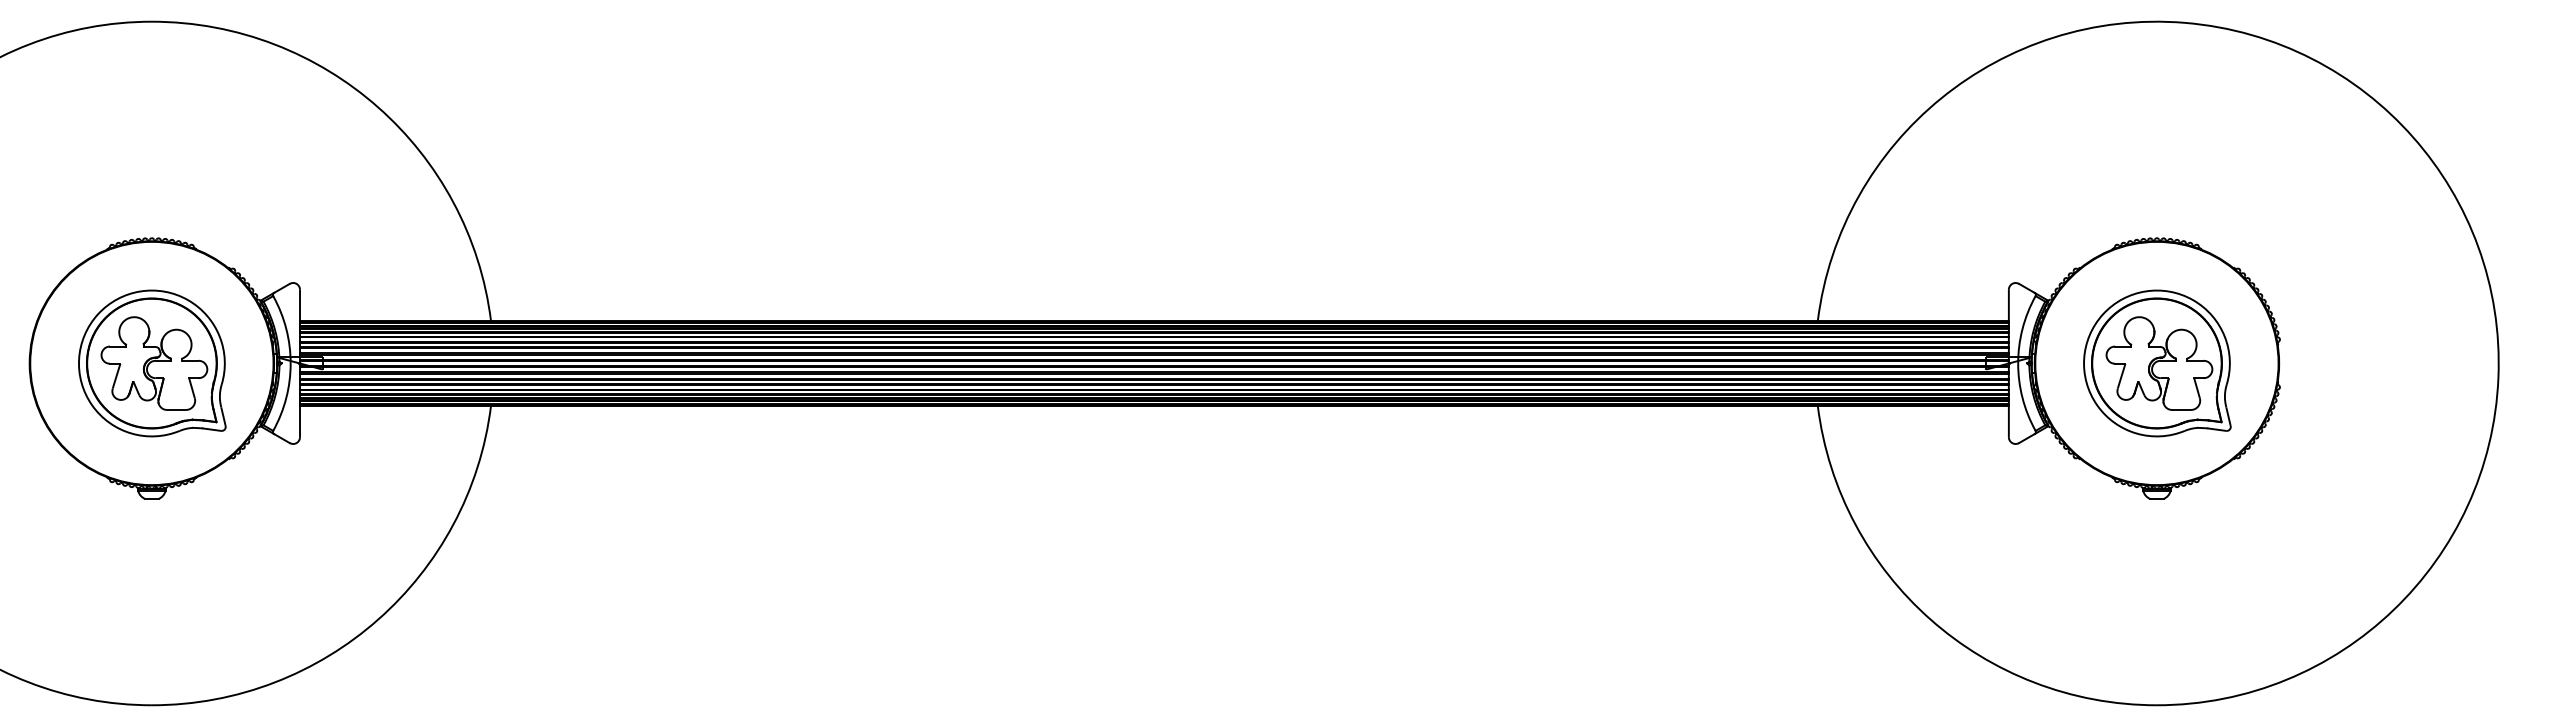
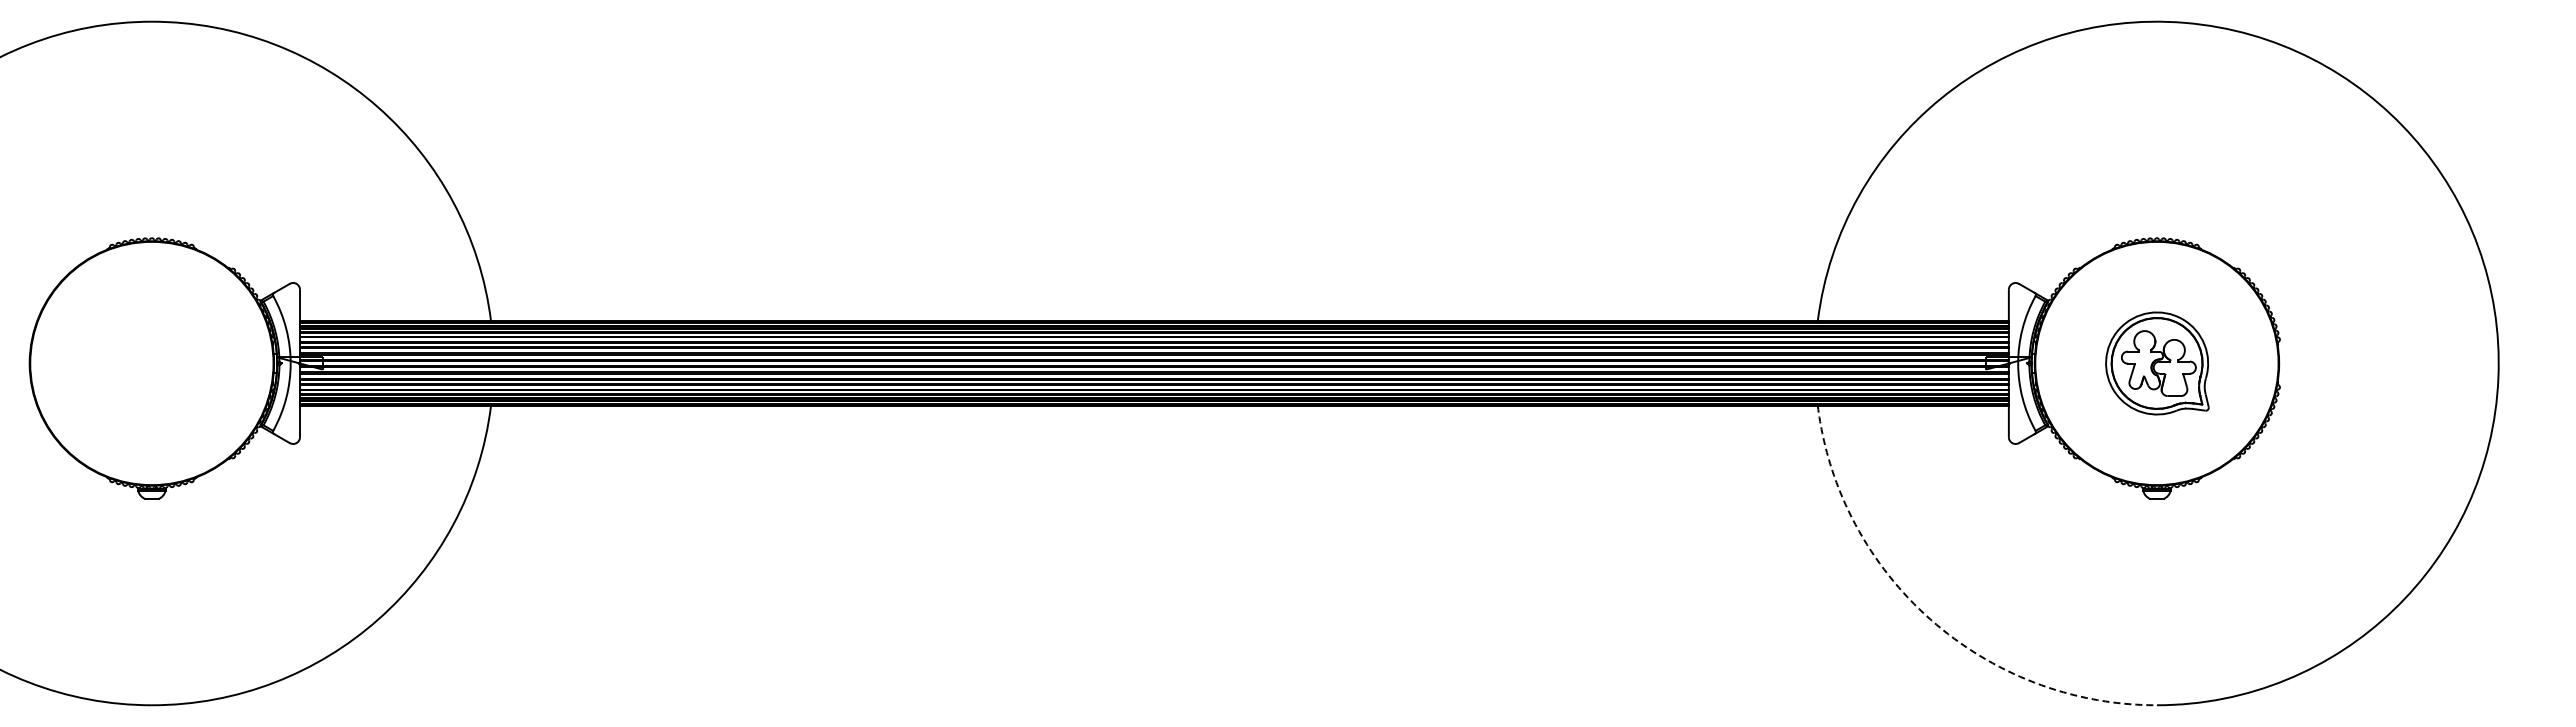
part at (152, 363): present -> none
part at (2157, 363) size: 149x149 px -> 105x105 px
arc at (1930, 619): solid -> dashed
